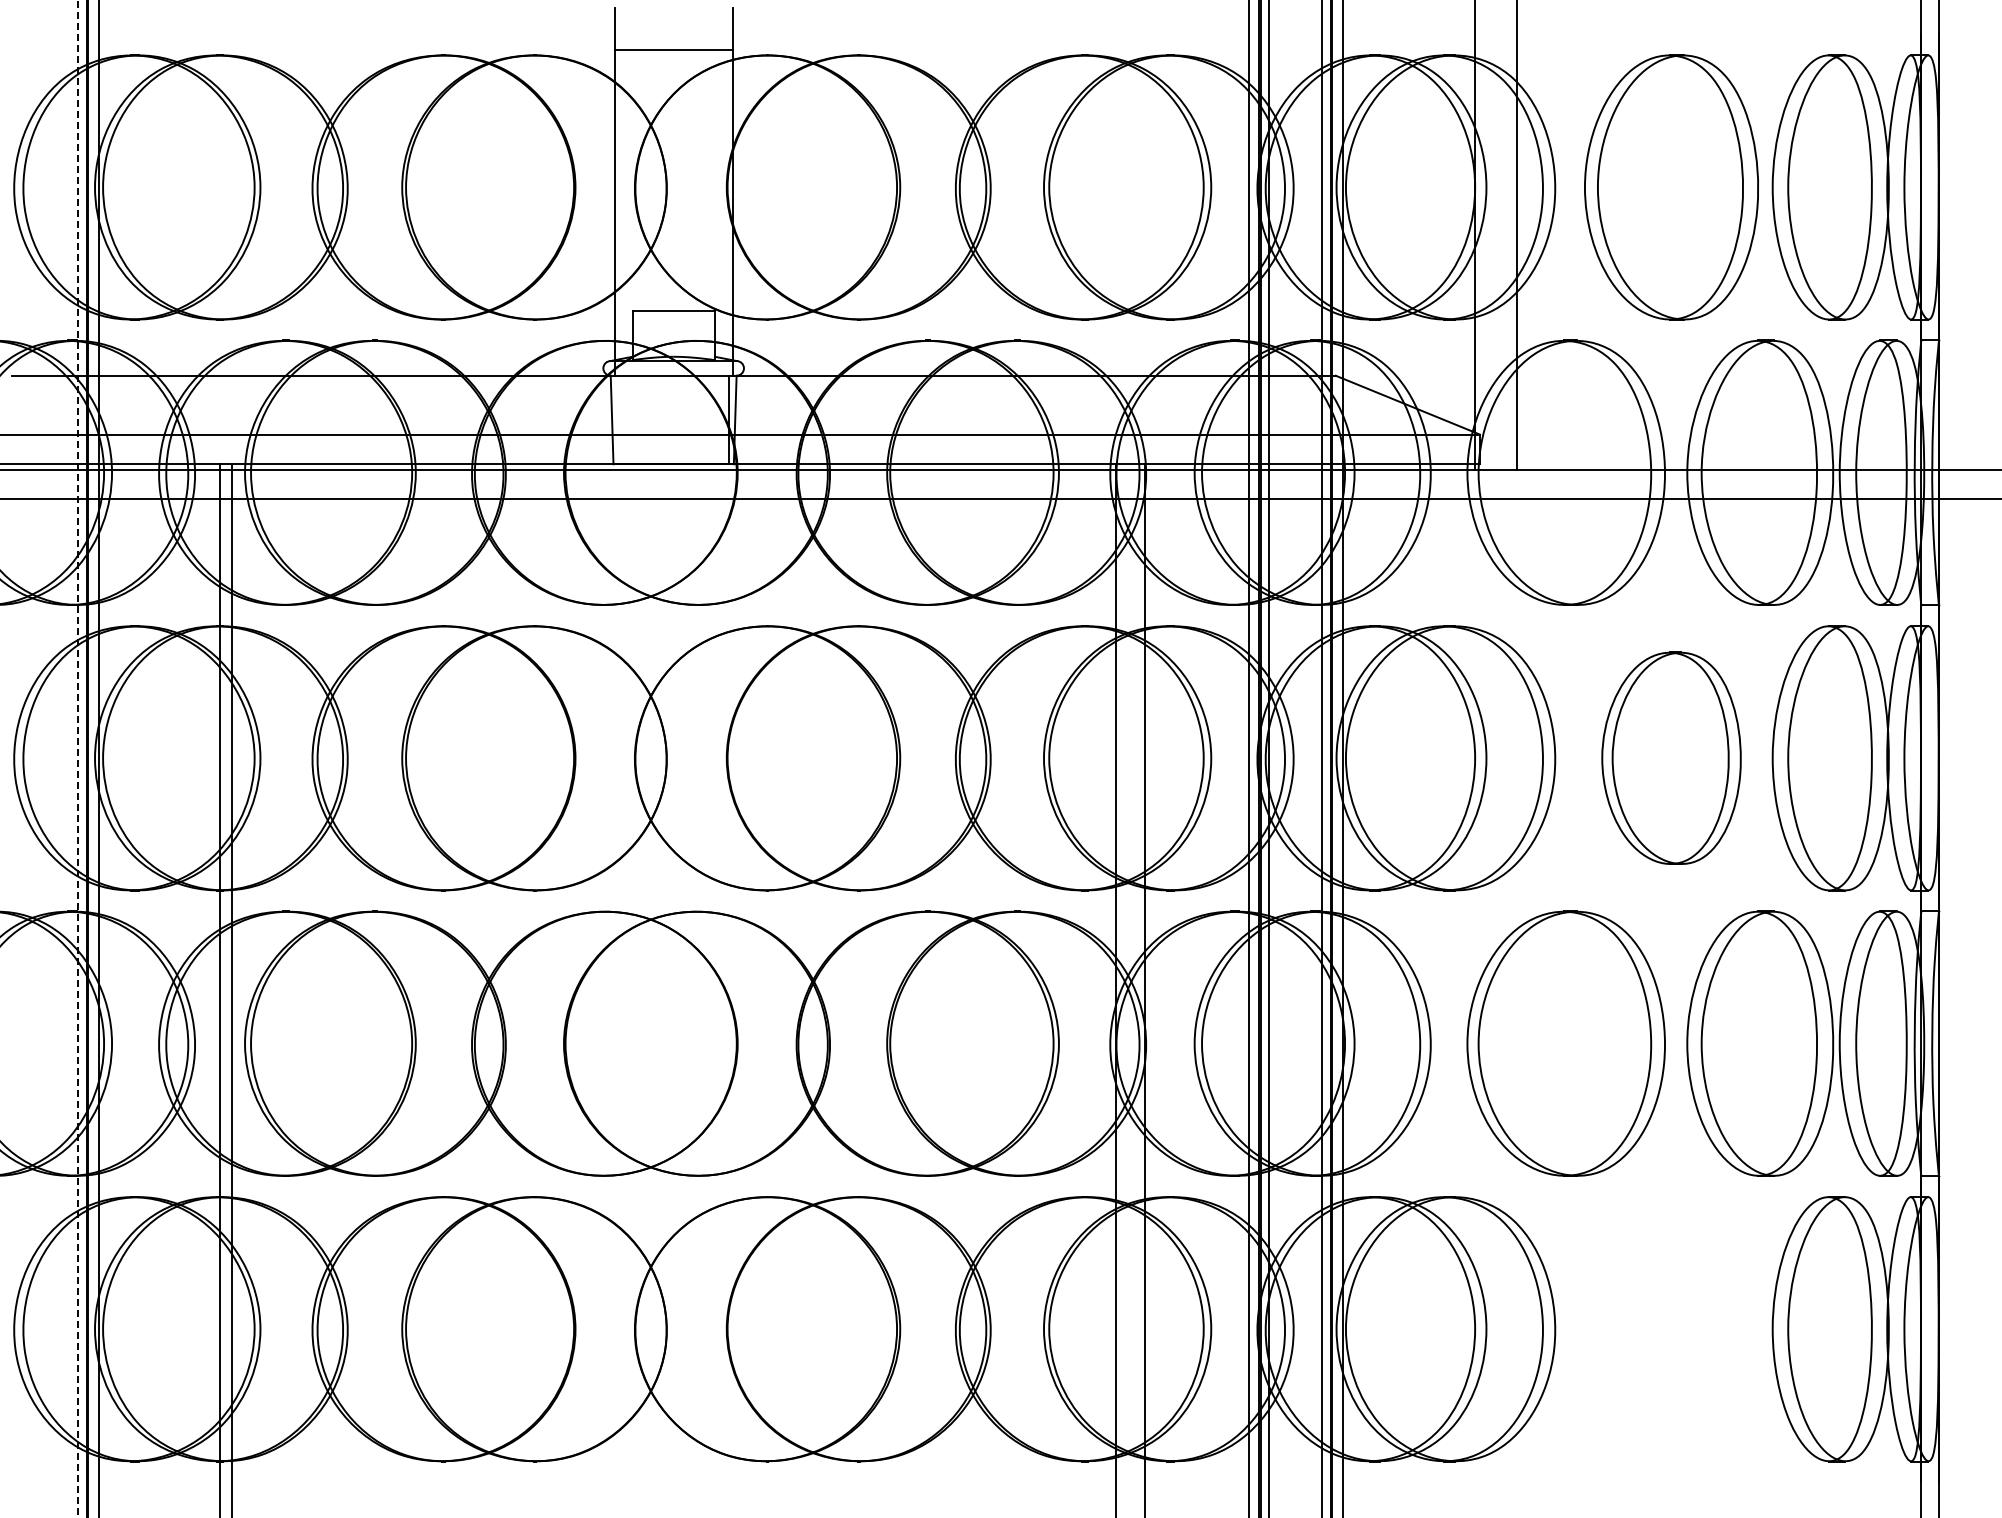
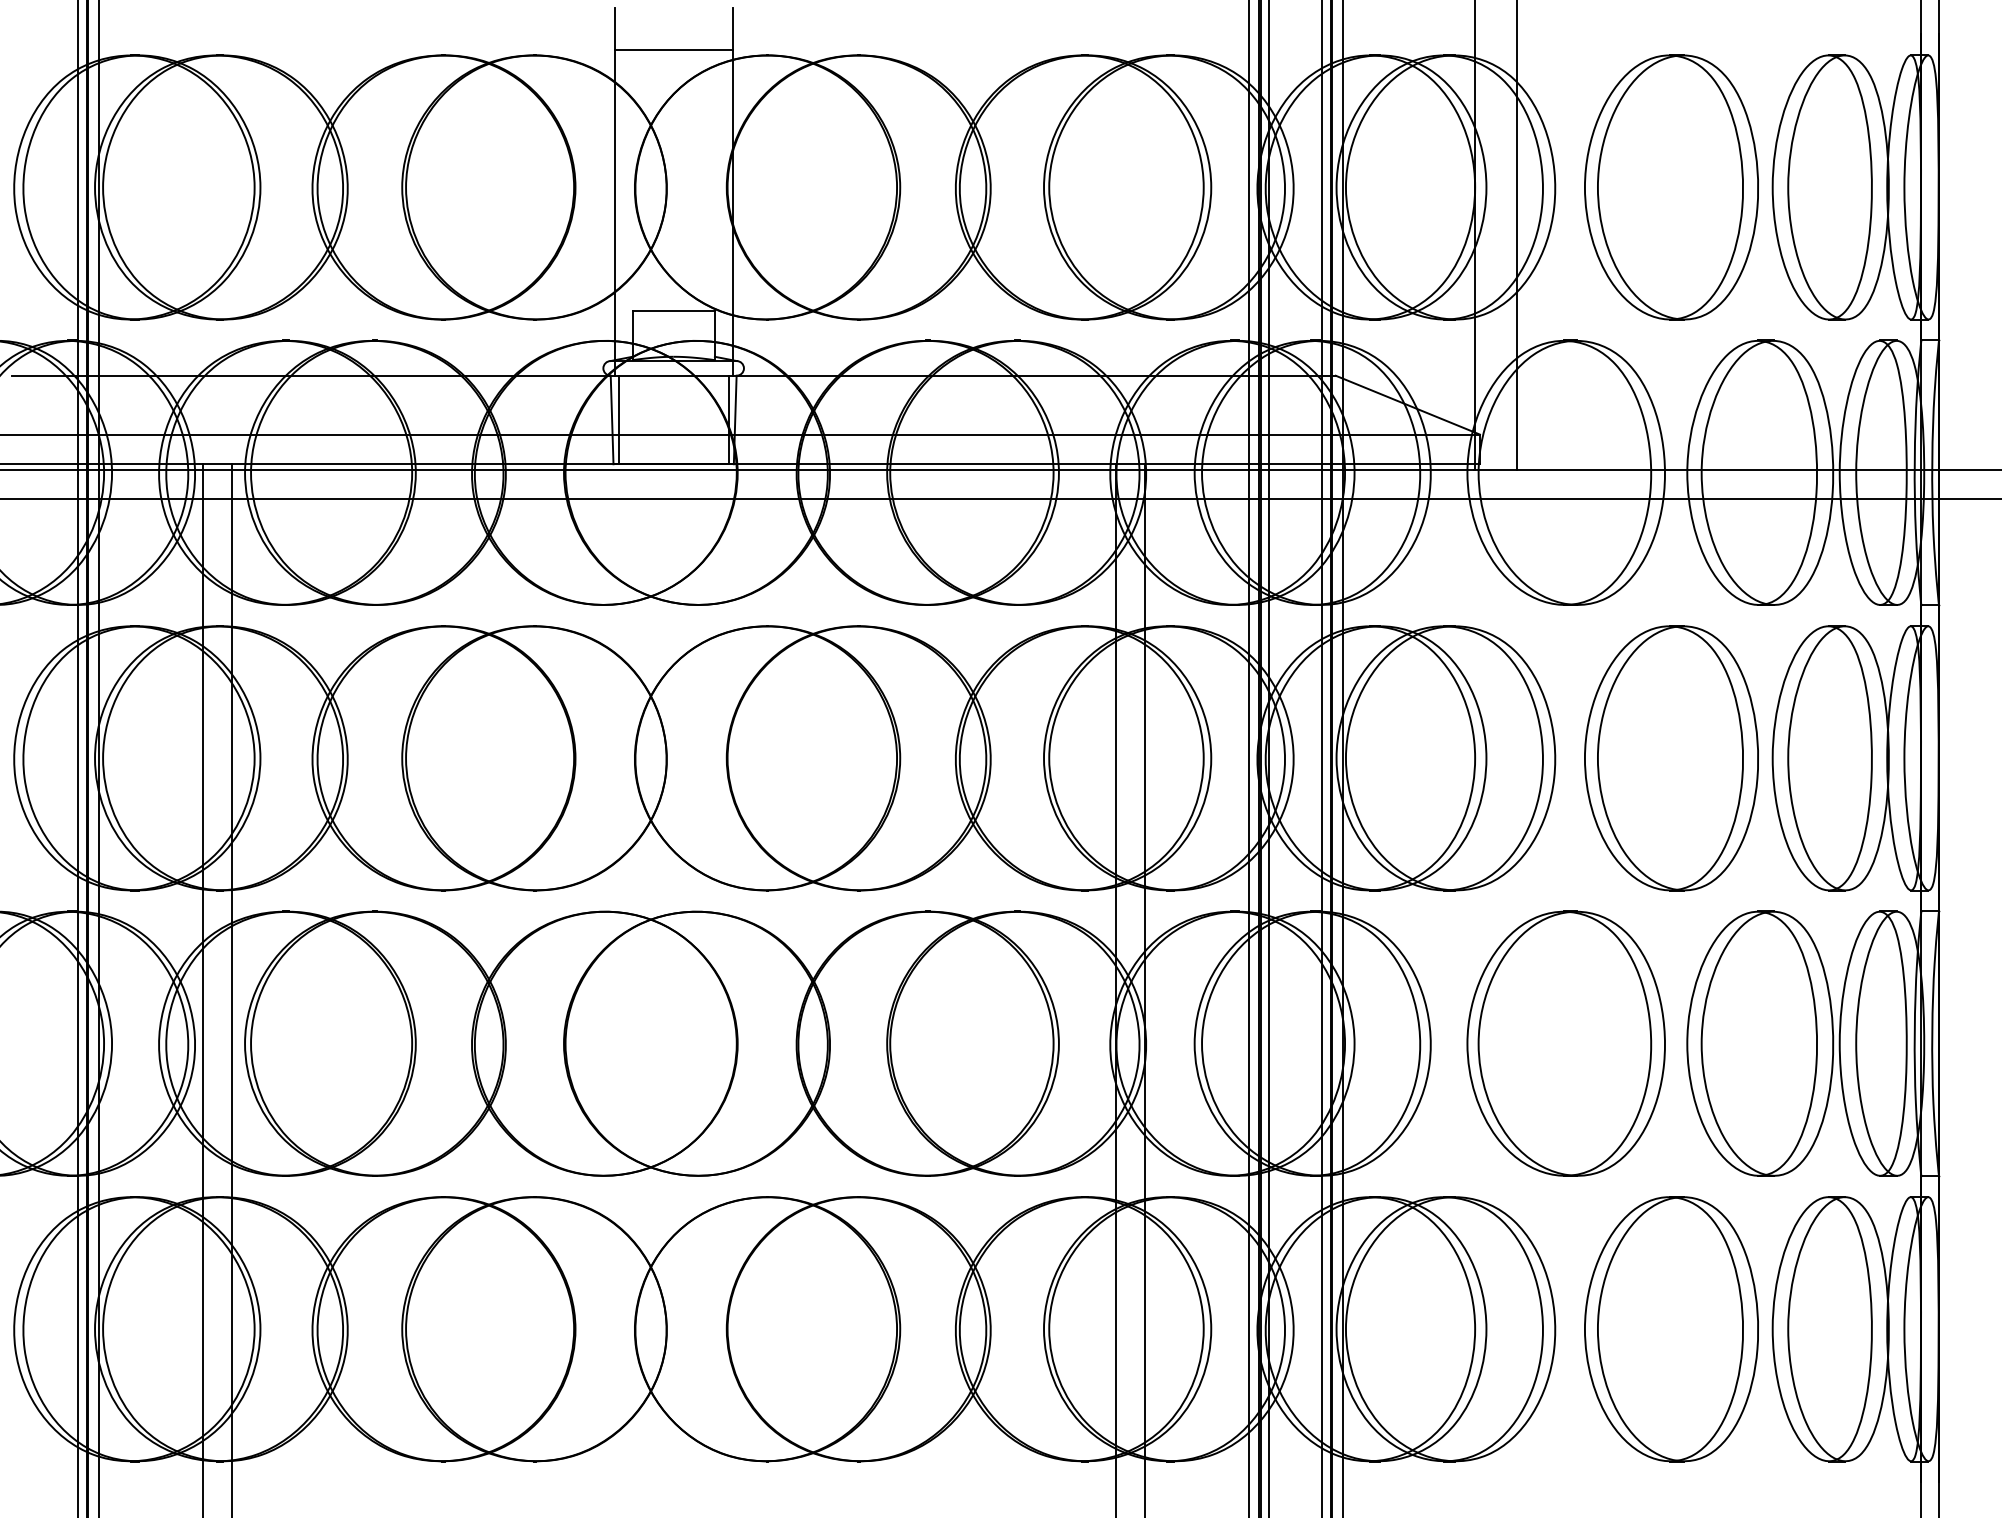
line at (618, 419): none -> present
part at (1671, 757) size: 141x214 px -> 175x267 px
line at (78, 758): dashed -> solid
line at (219, 989) position: (219, 989) -> (202, 989)
part at (1671, 1329): none -> present
